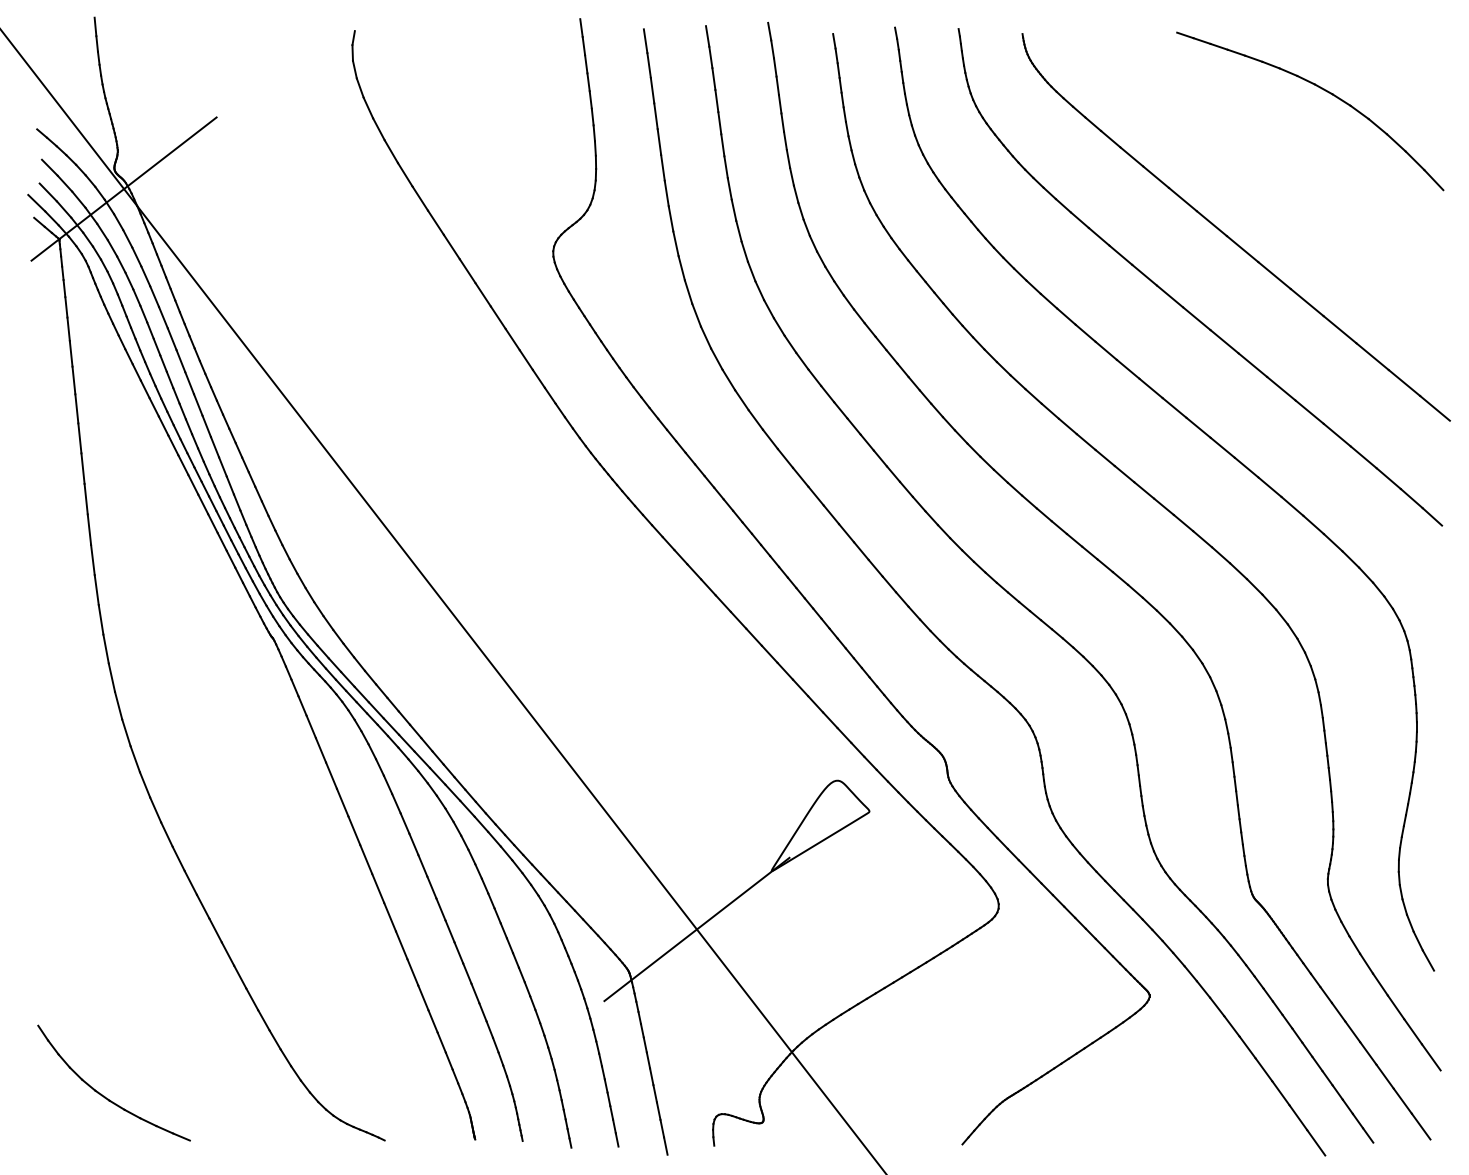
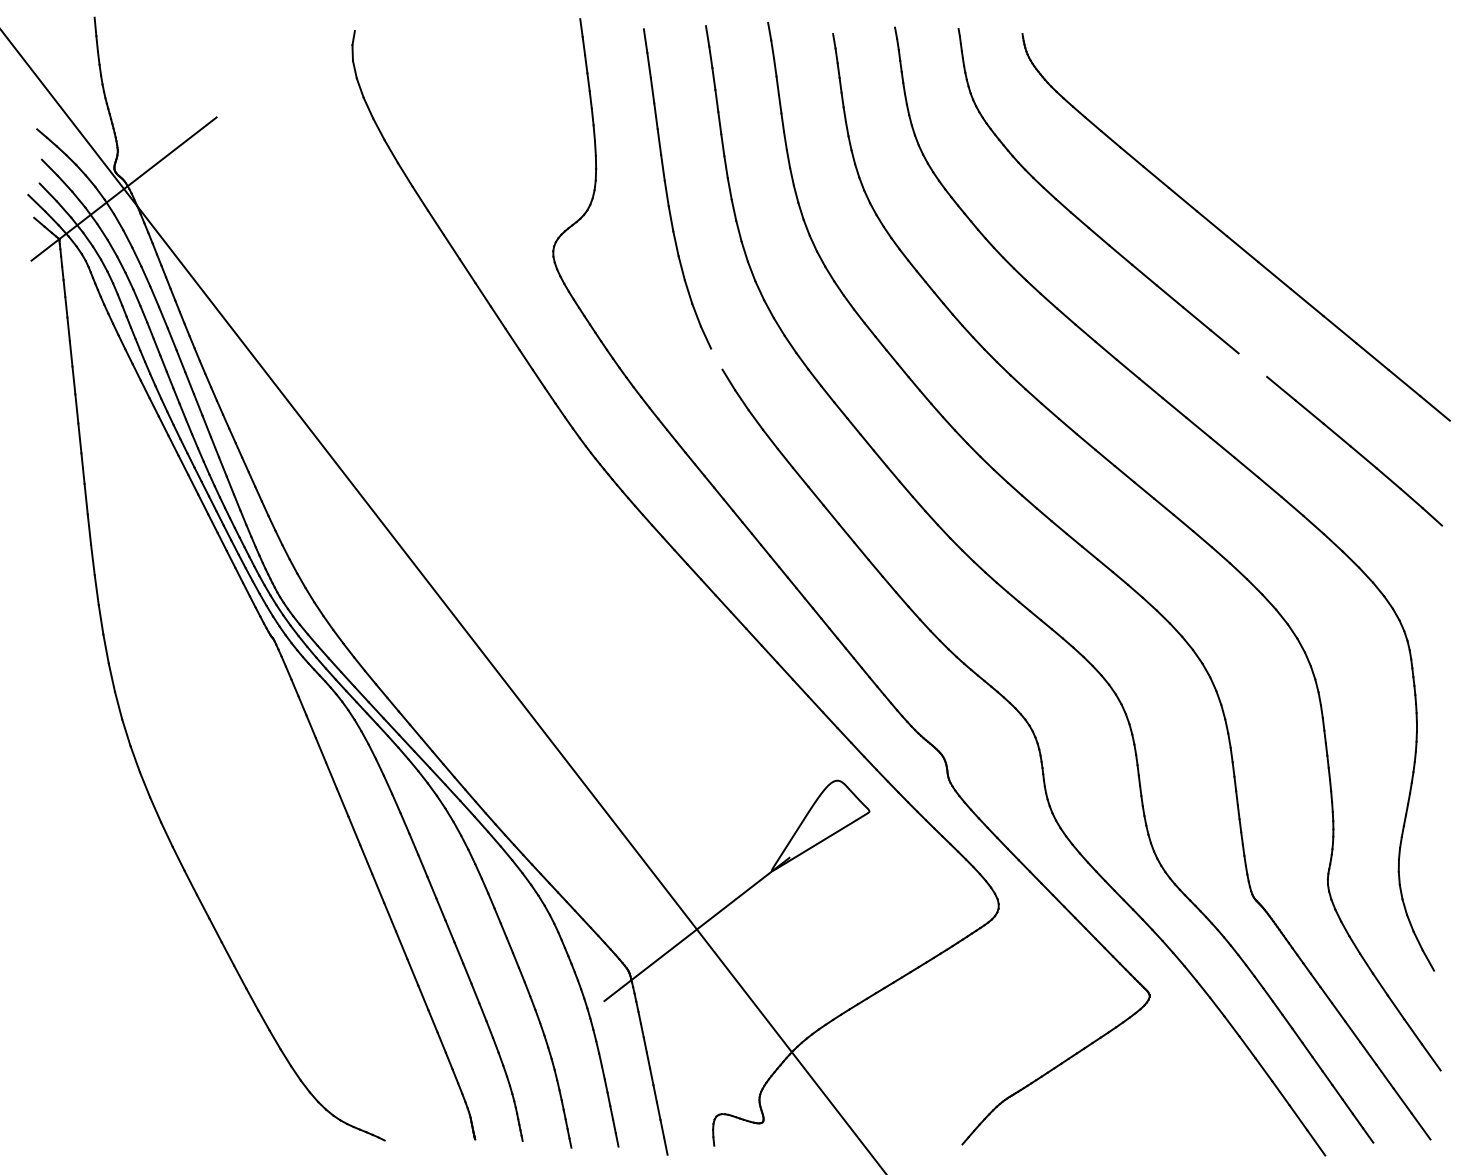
part at (1321, 89): present -> none
line at (716, 358): present -> none
line at (1252, 364): present -> none
part at (105, 1096): present -> none
